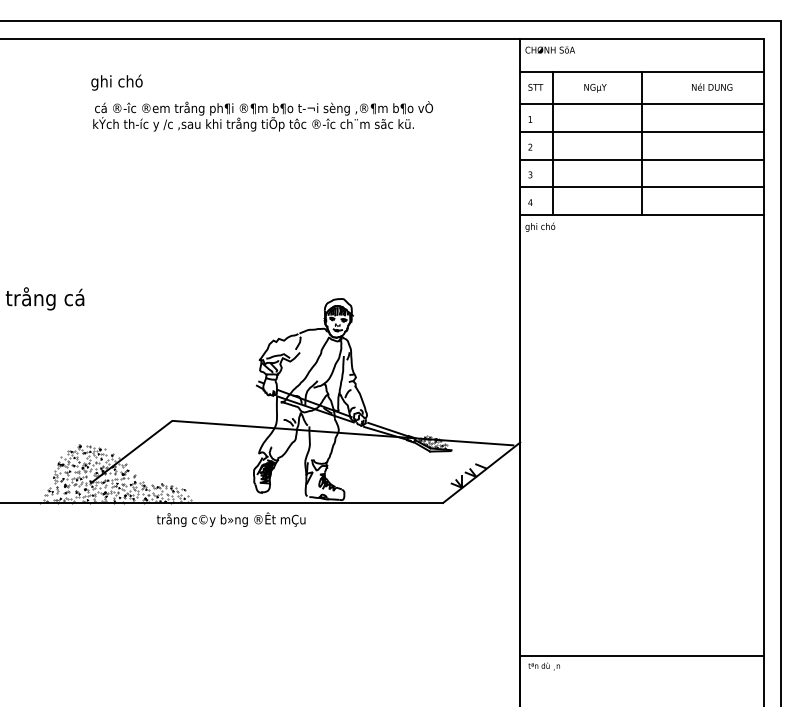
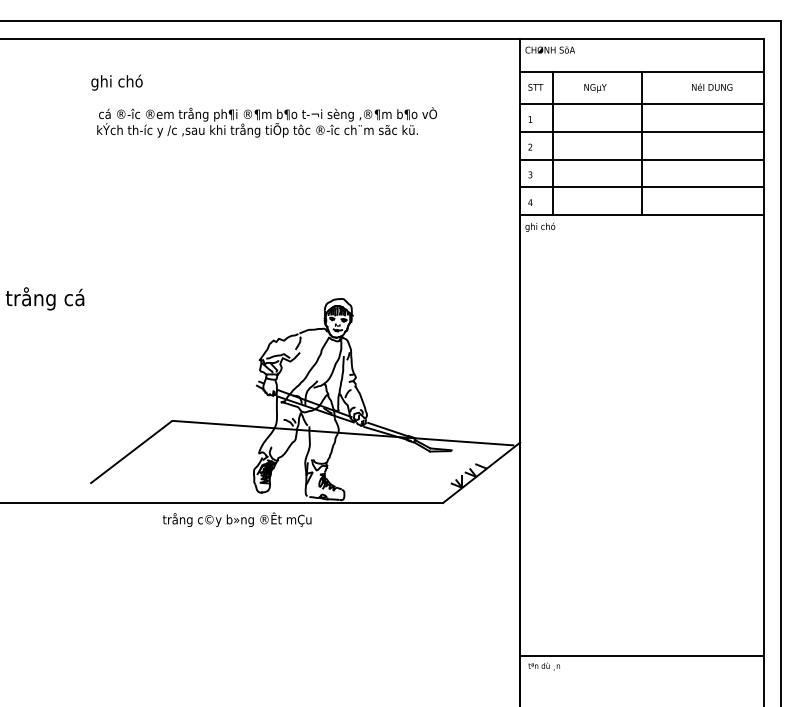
text at (262, 116) position: (262, 116) -> (266, 122)
hatch at (433, 443): present -> none
hatch at (115, 473): present -> none
text at (230, 519) position: (230, 519) -> (236, 519)
